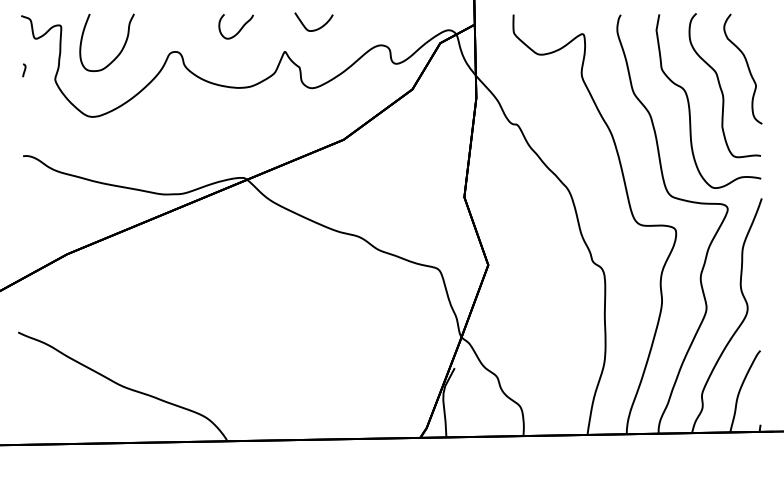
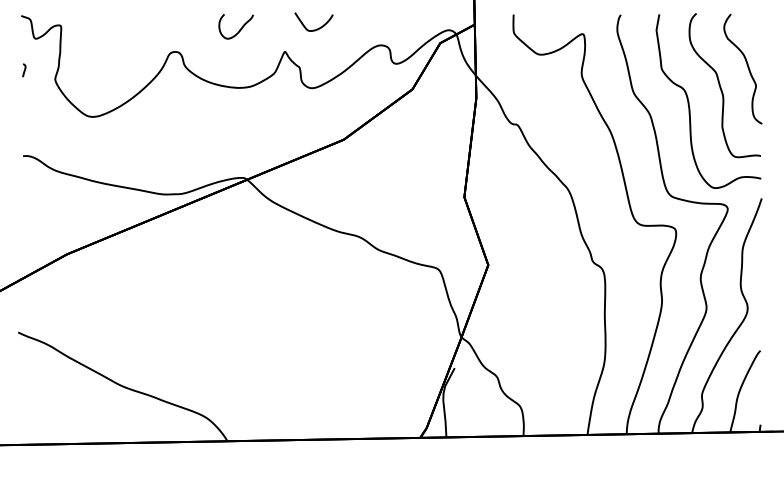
curve at (120, 50): present -> none
